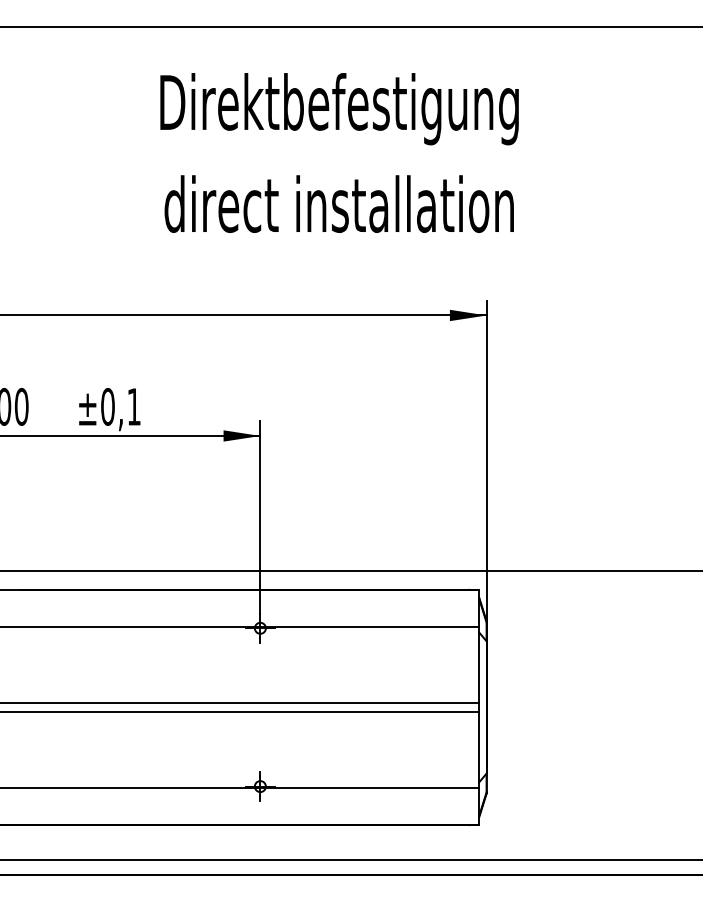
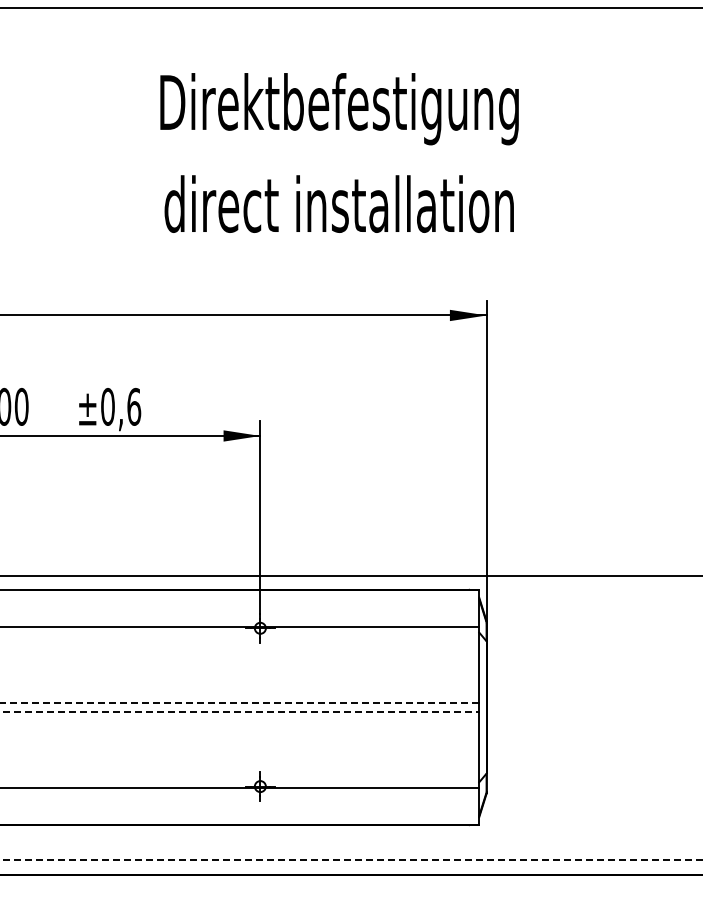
line at (350, 27) position: (350, 27) -> (350, 8)
text at (134, 406): ±0,1 -> ±0,6
line at (350, 571) position: (350, 571) -> (350, 576)
line at (239, 702): solid -> dashed
line at (240, 712): solid -> dashed
line at (351, 860): solid -> dashed
